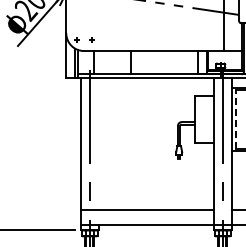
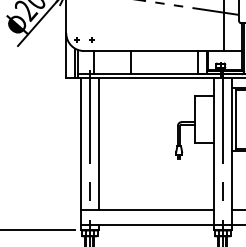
line at (236, 119): dashed -> solid
line at (98, 143): none -> present
